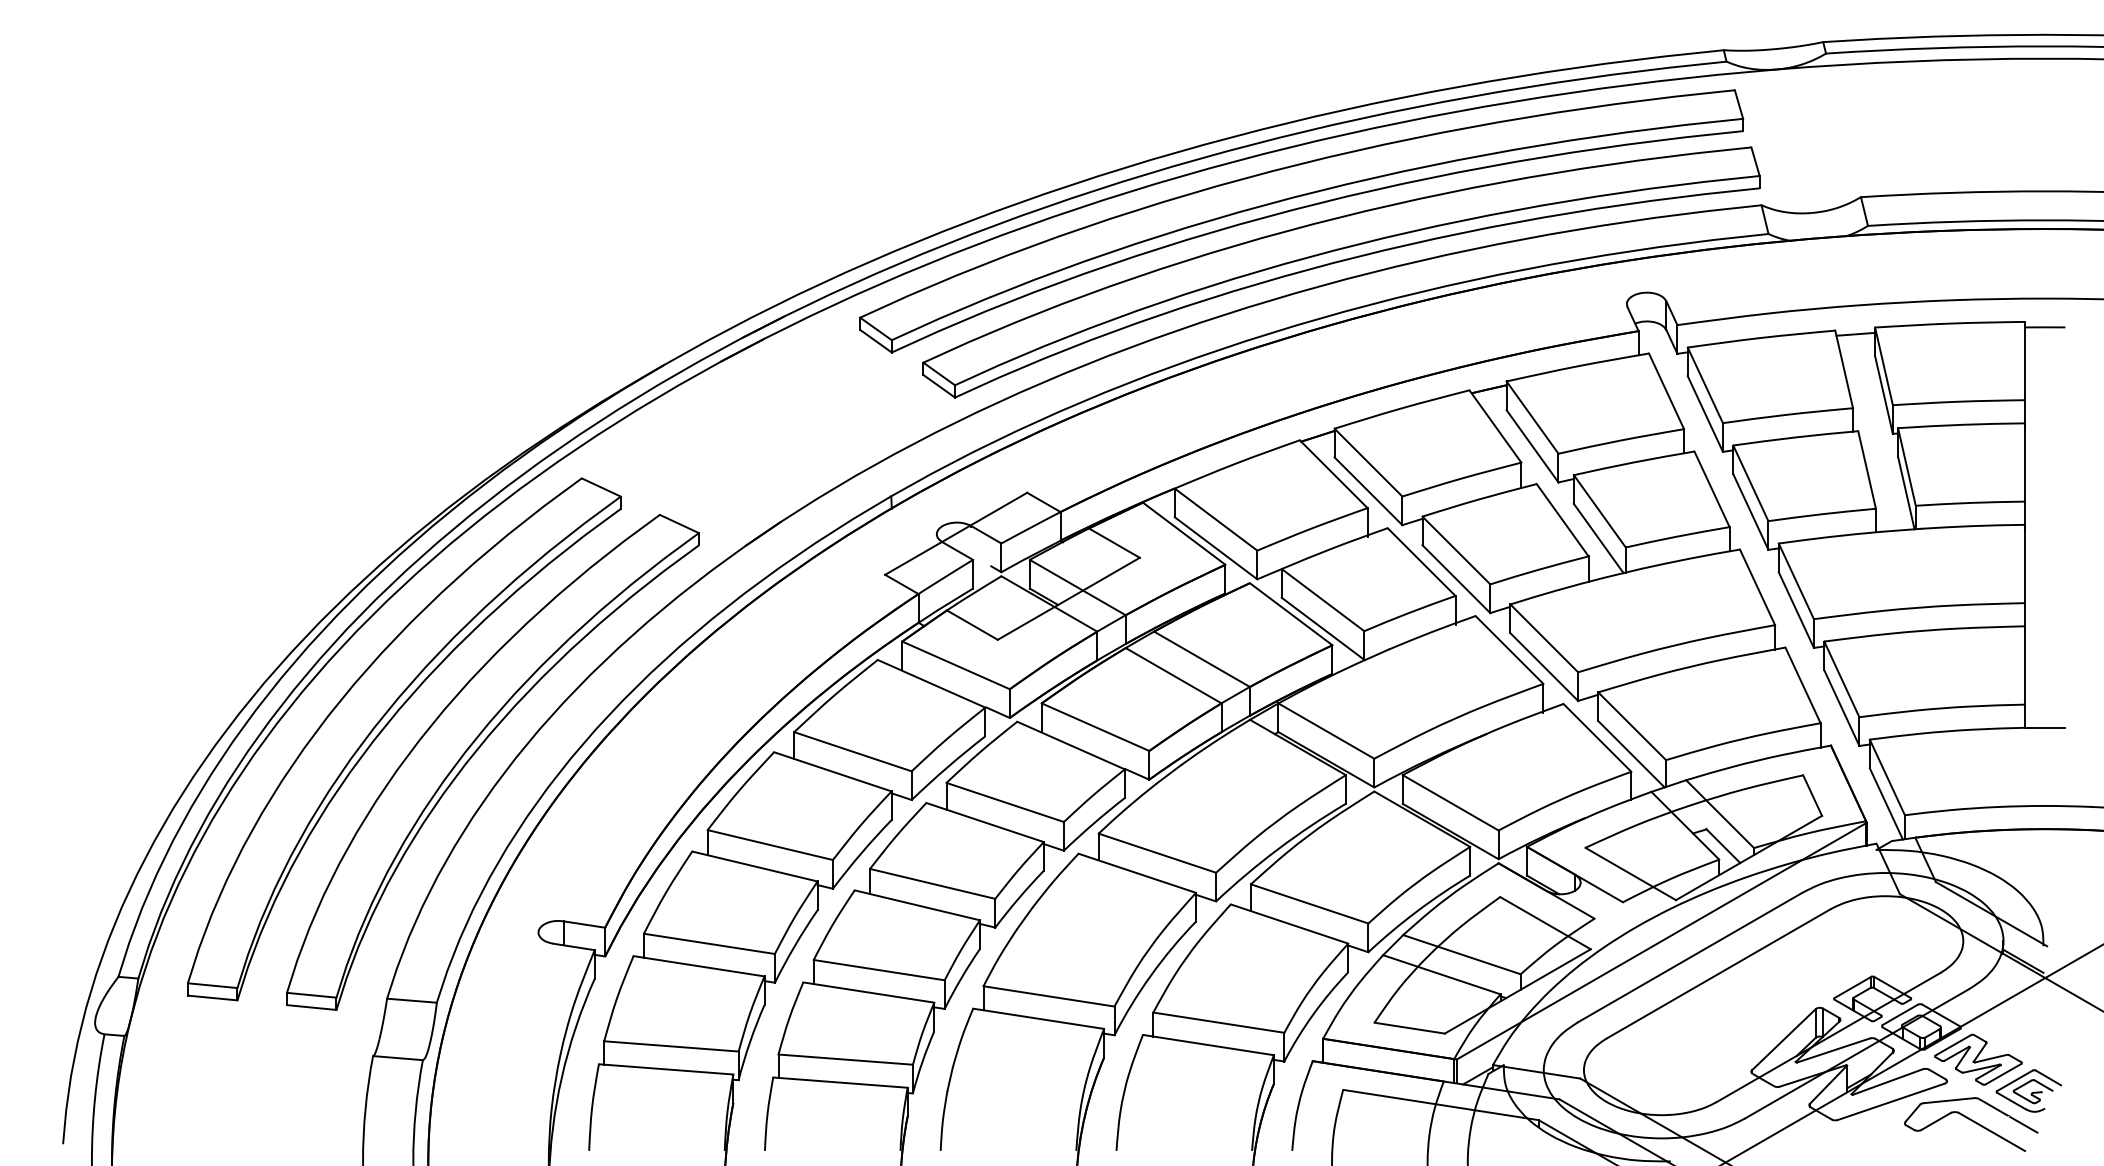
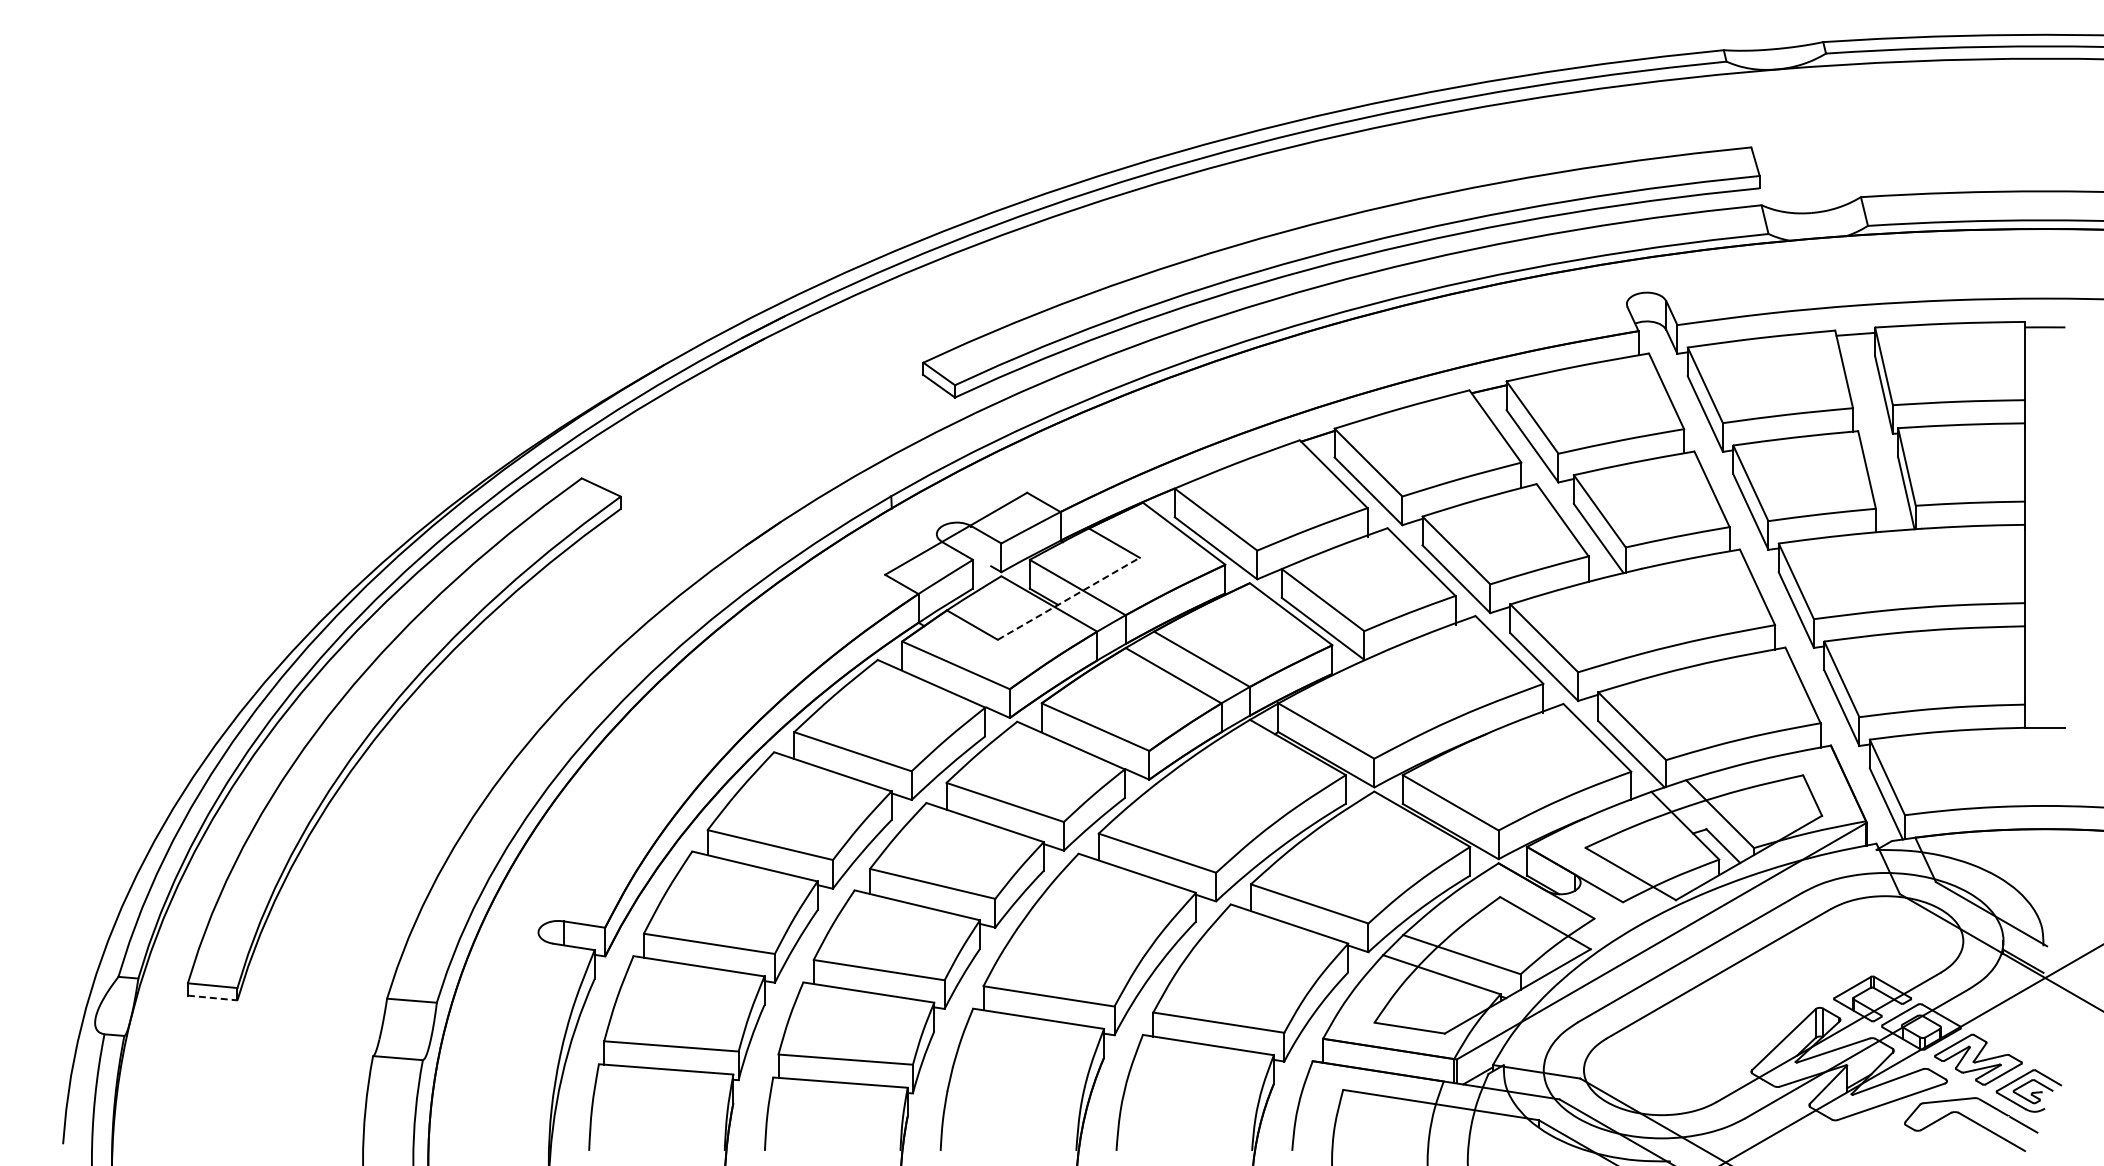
part at (1299, 209): present -> none
line at (1068, 598): solid -> dashed
part at (477, 751): present -> none
line at (212, 998): solid -> dashed
